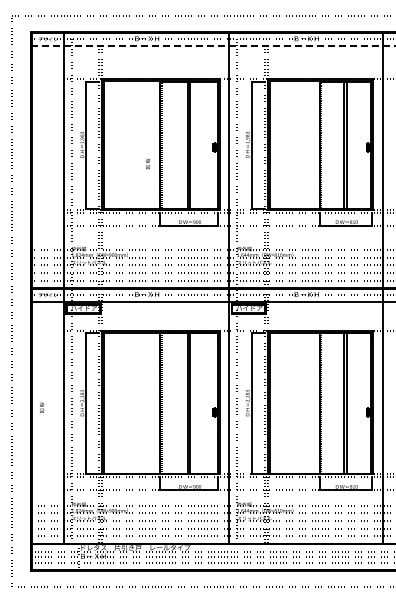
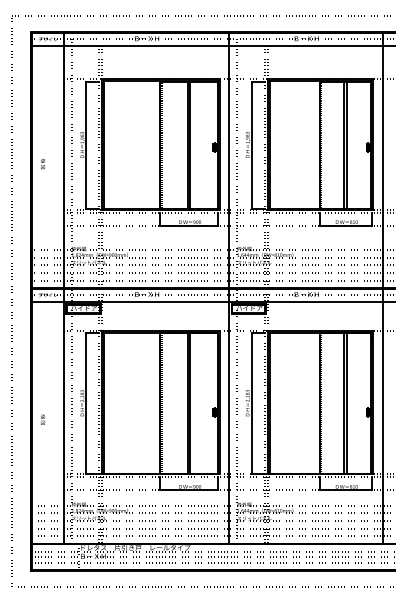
line at (213, 45): dashed -> solid
text at (147, 164) position: (147, 164) -> (42, 164)
text at (41, 407) position: (41, 407) -> (42, 419)
